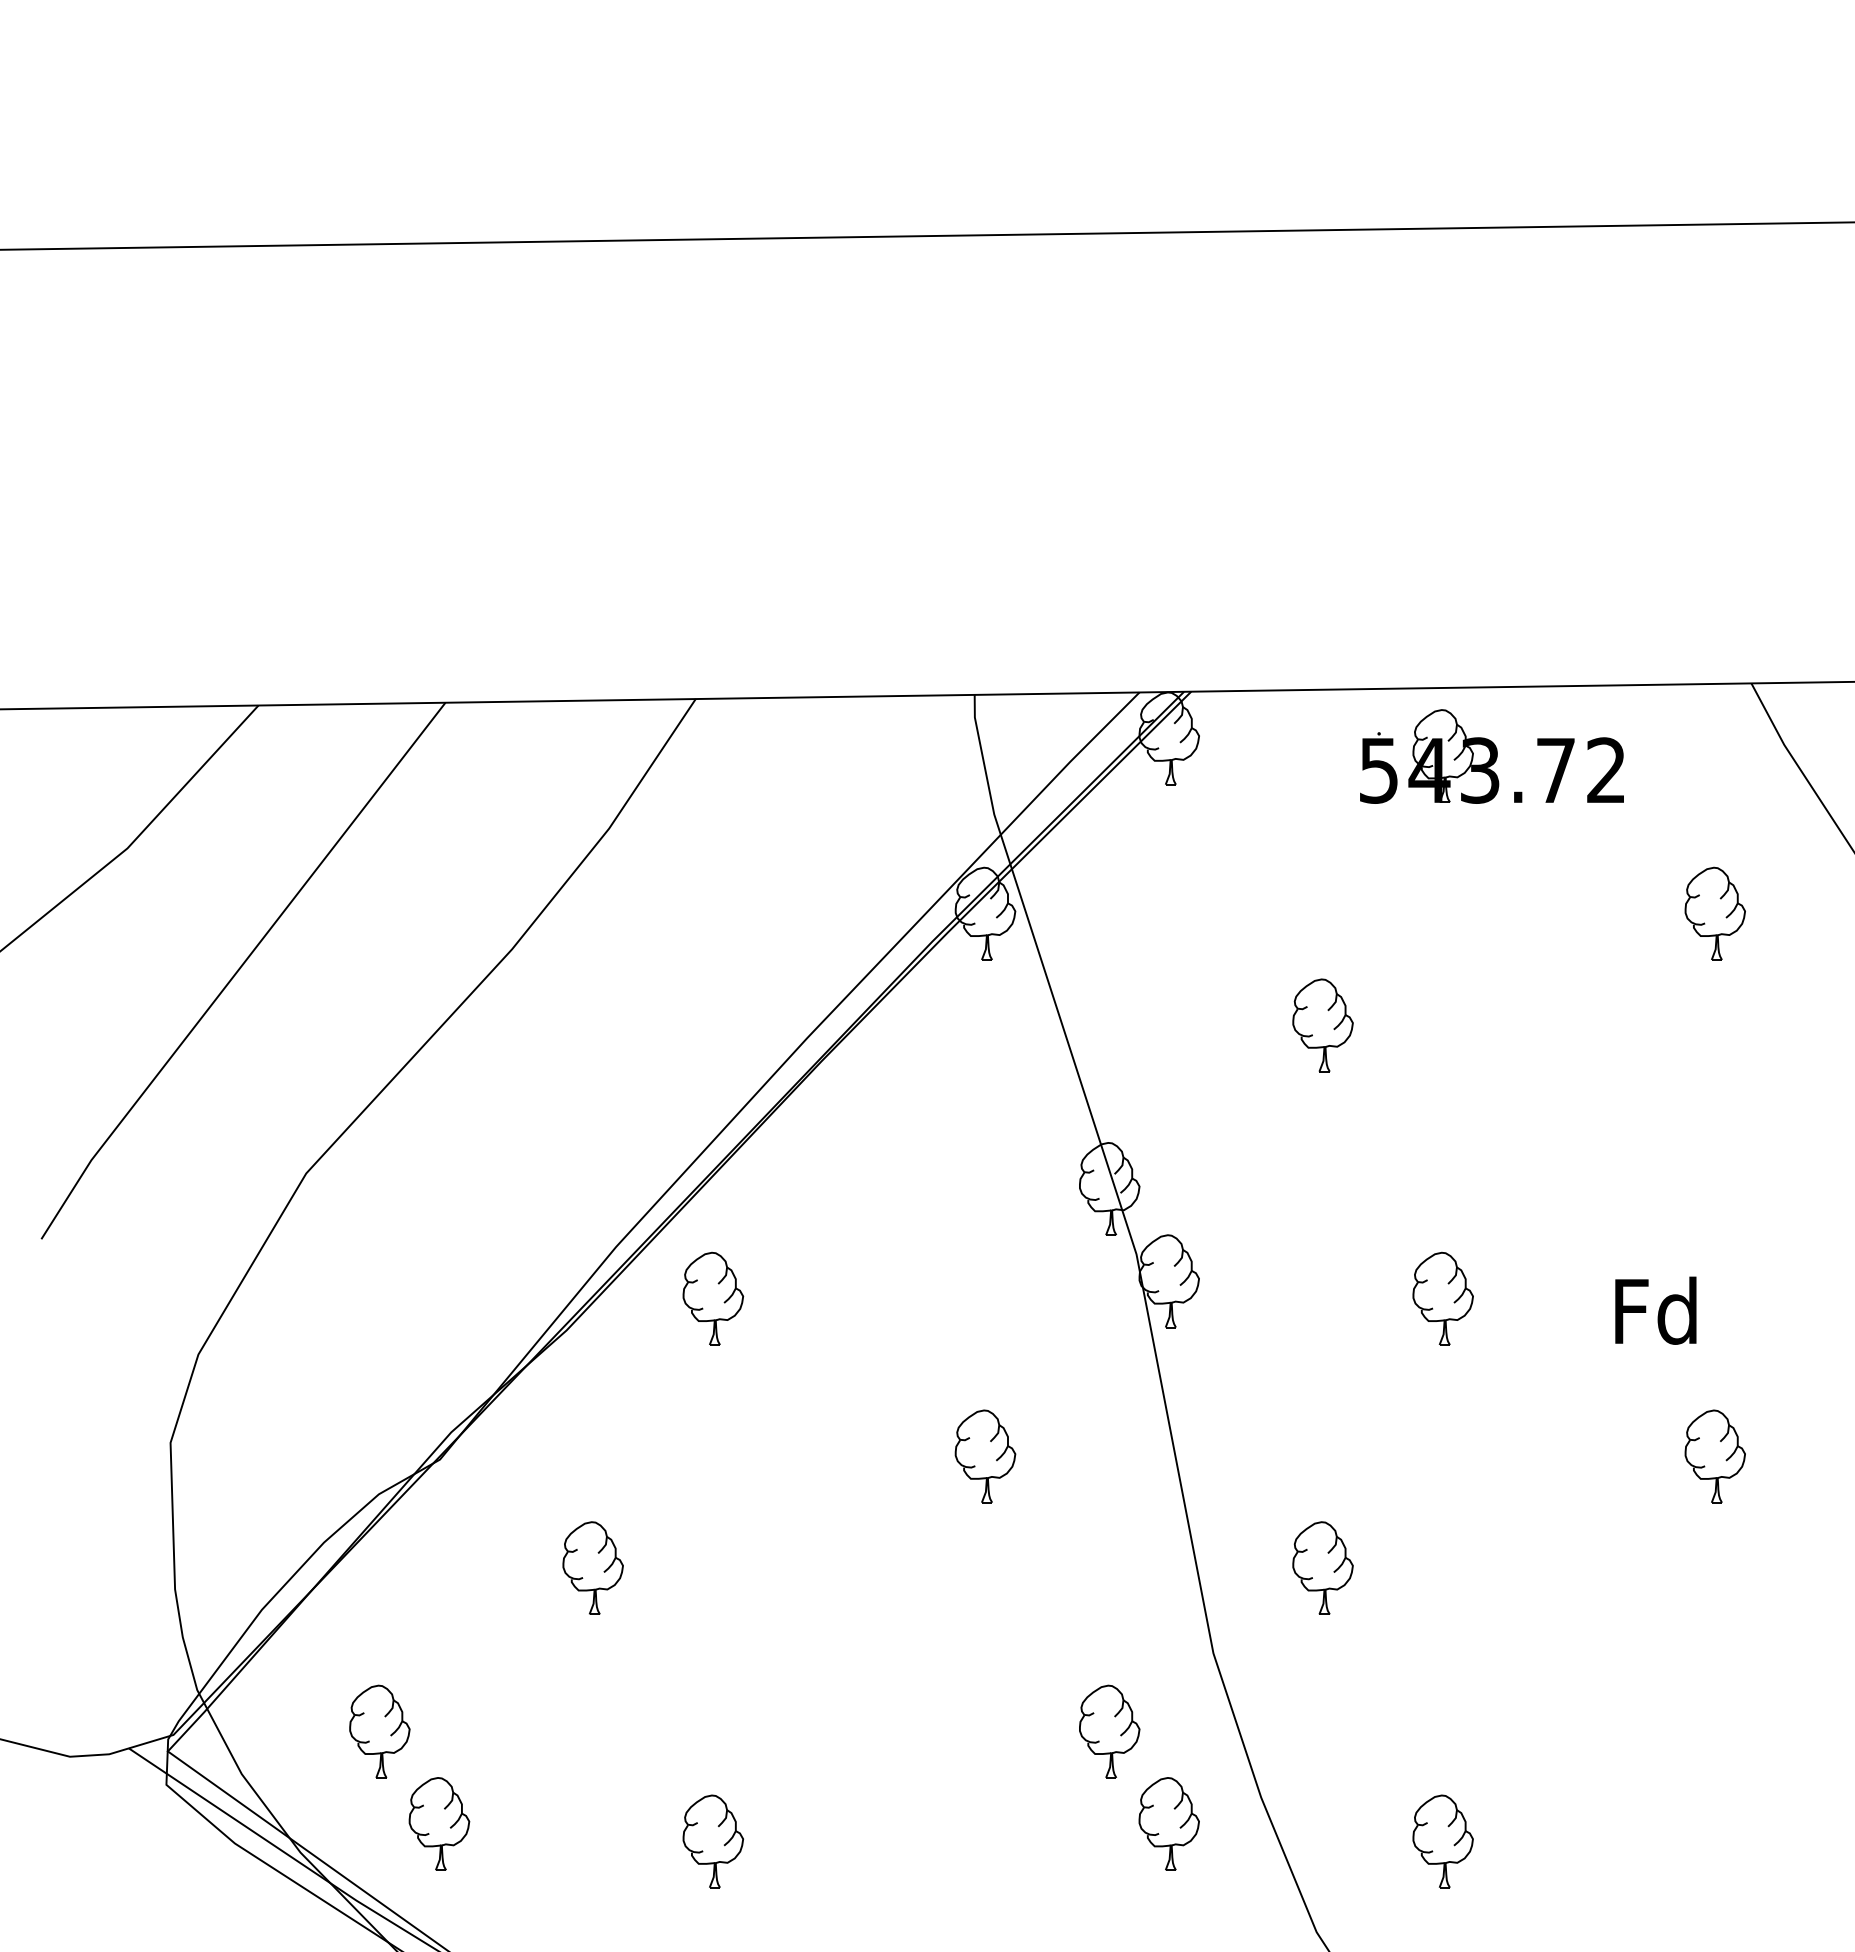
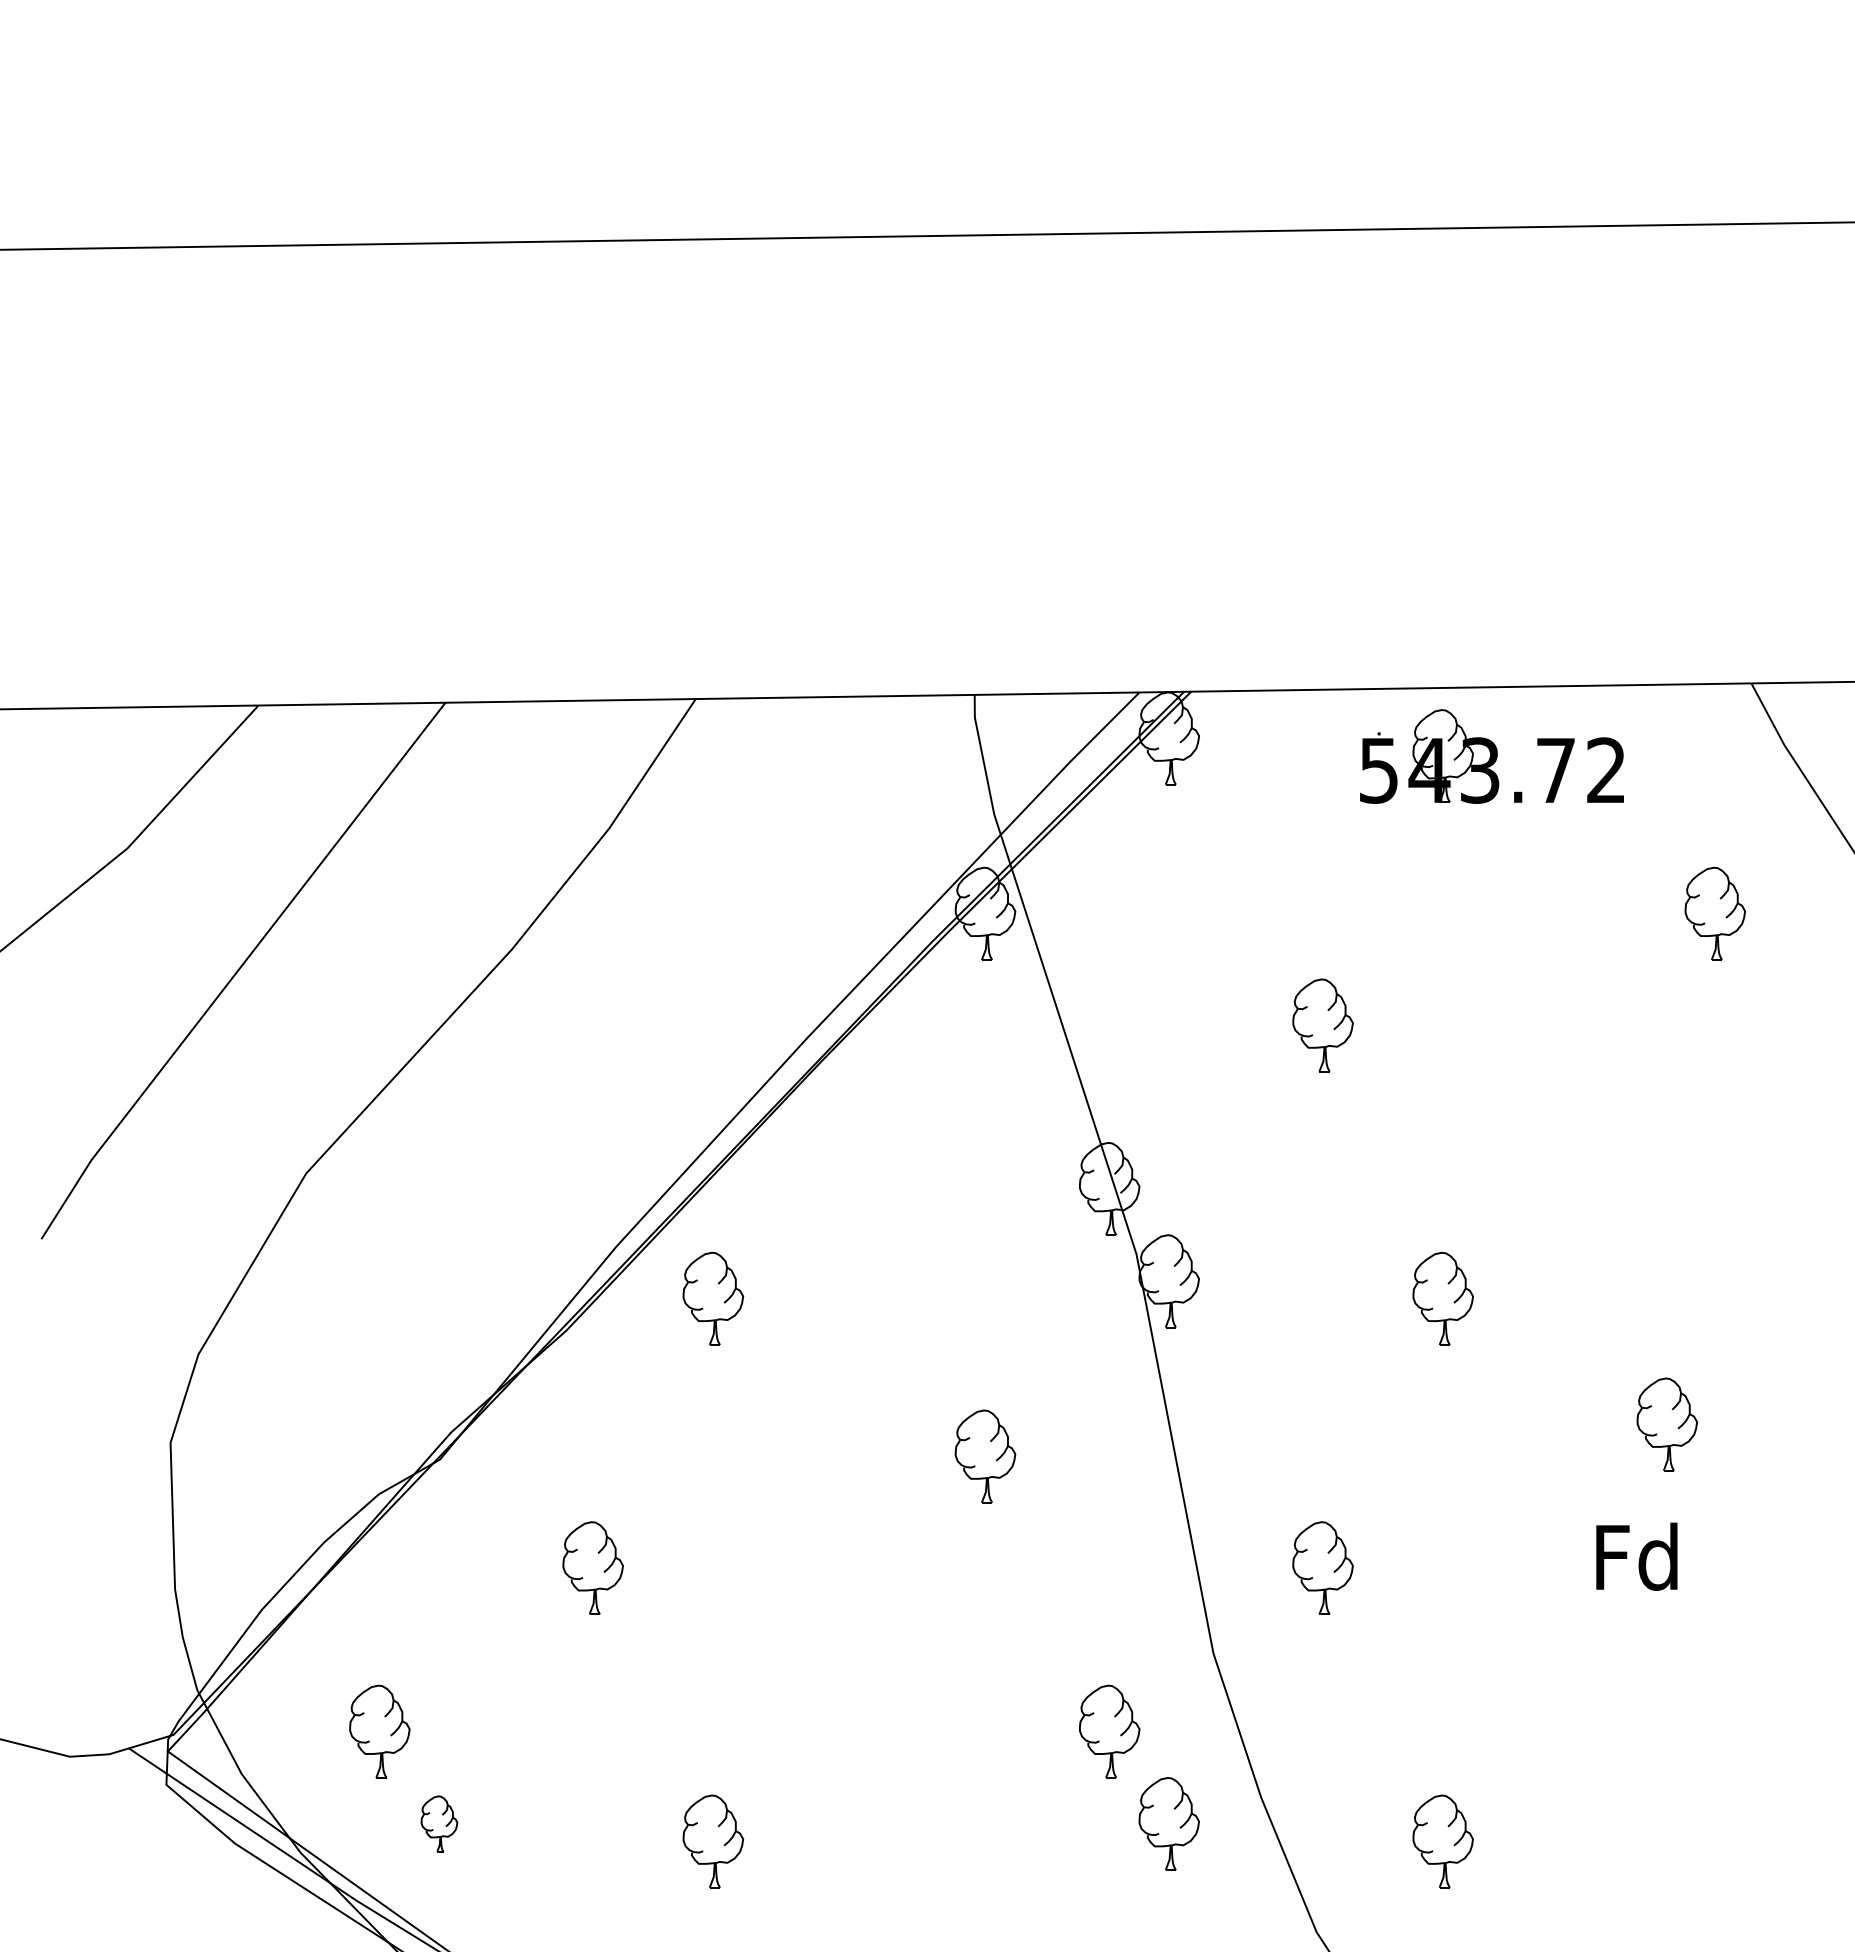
text at (1655, 1310) position: (1655, 1310) -> (1636, 1556)
part at (1714, 1456) position: (1714, 1456) -> (1666, 1424)
part at (439, 1823) size: 63x94 px -> 39x58 px
